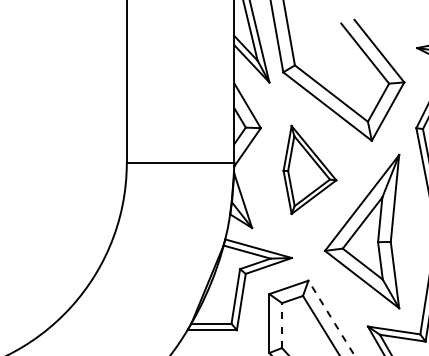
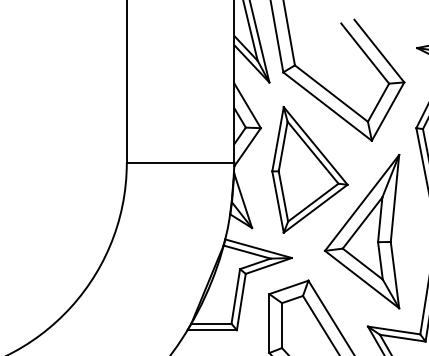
part at (309, 169) size: 56x91 px -> 78x128 px
line at (331, 318): dashed -> solid
line at (282, 325): dashed -> solid
